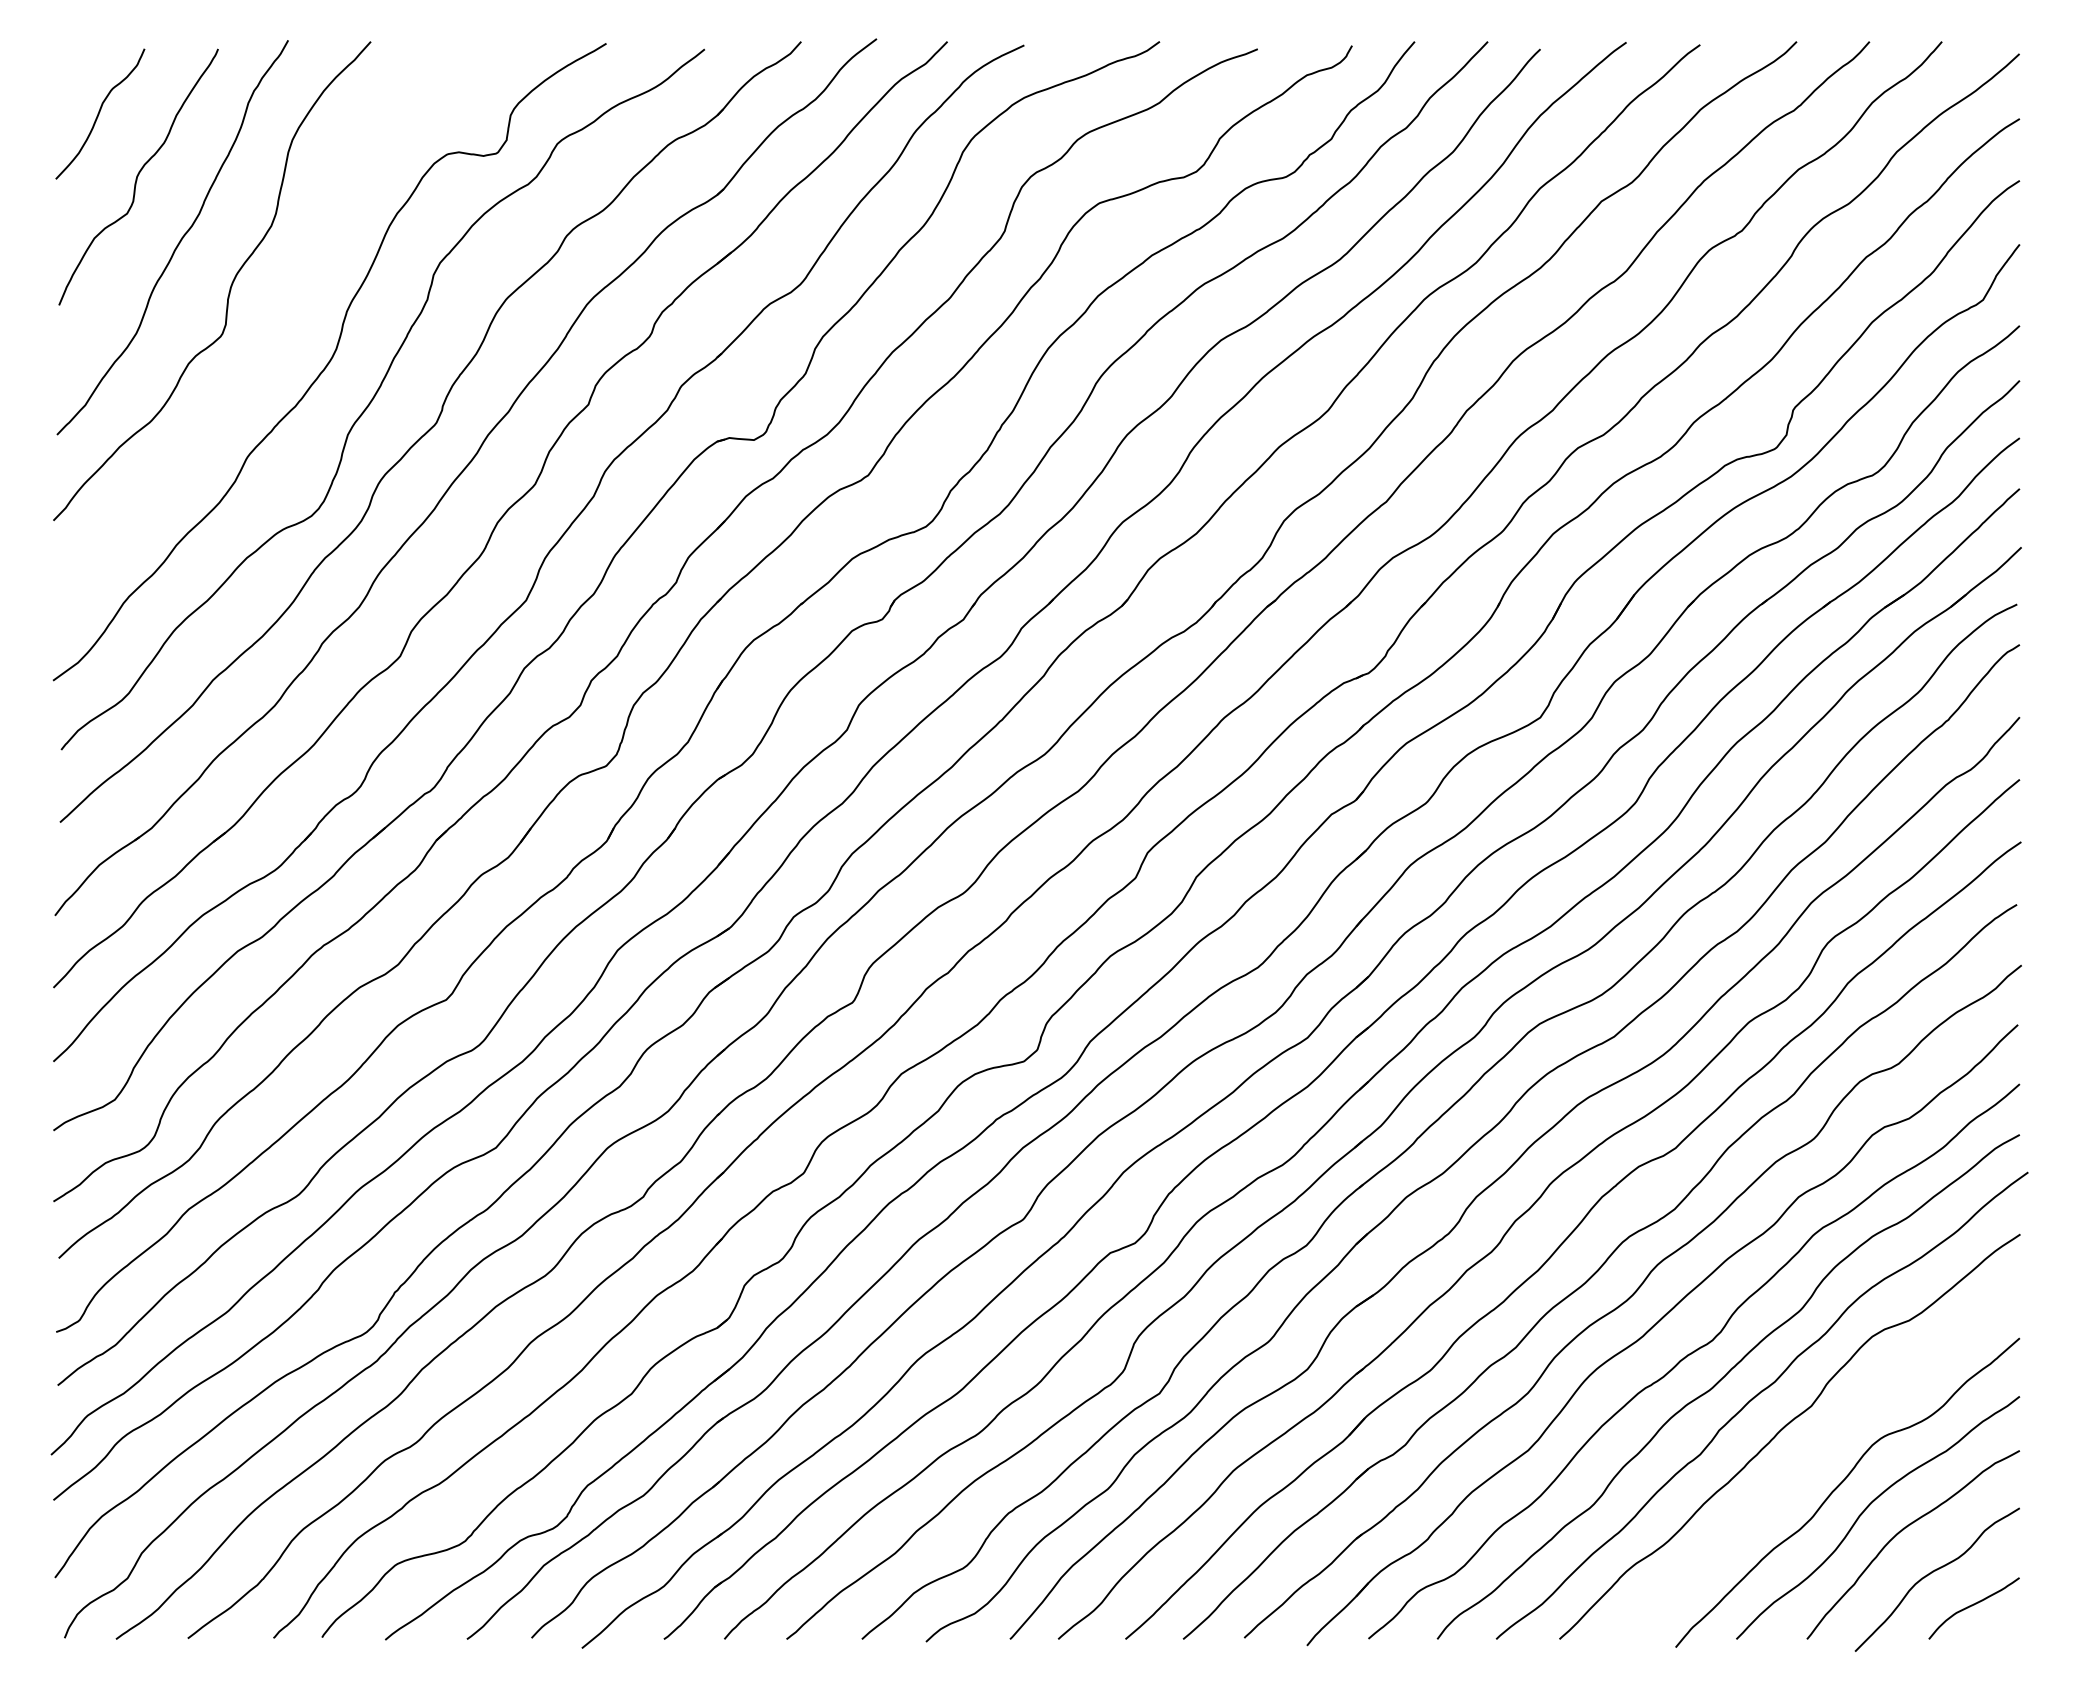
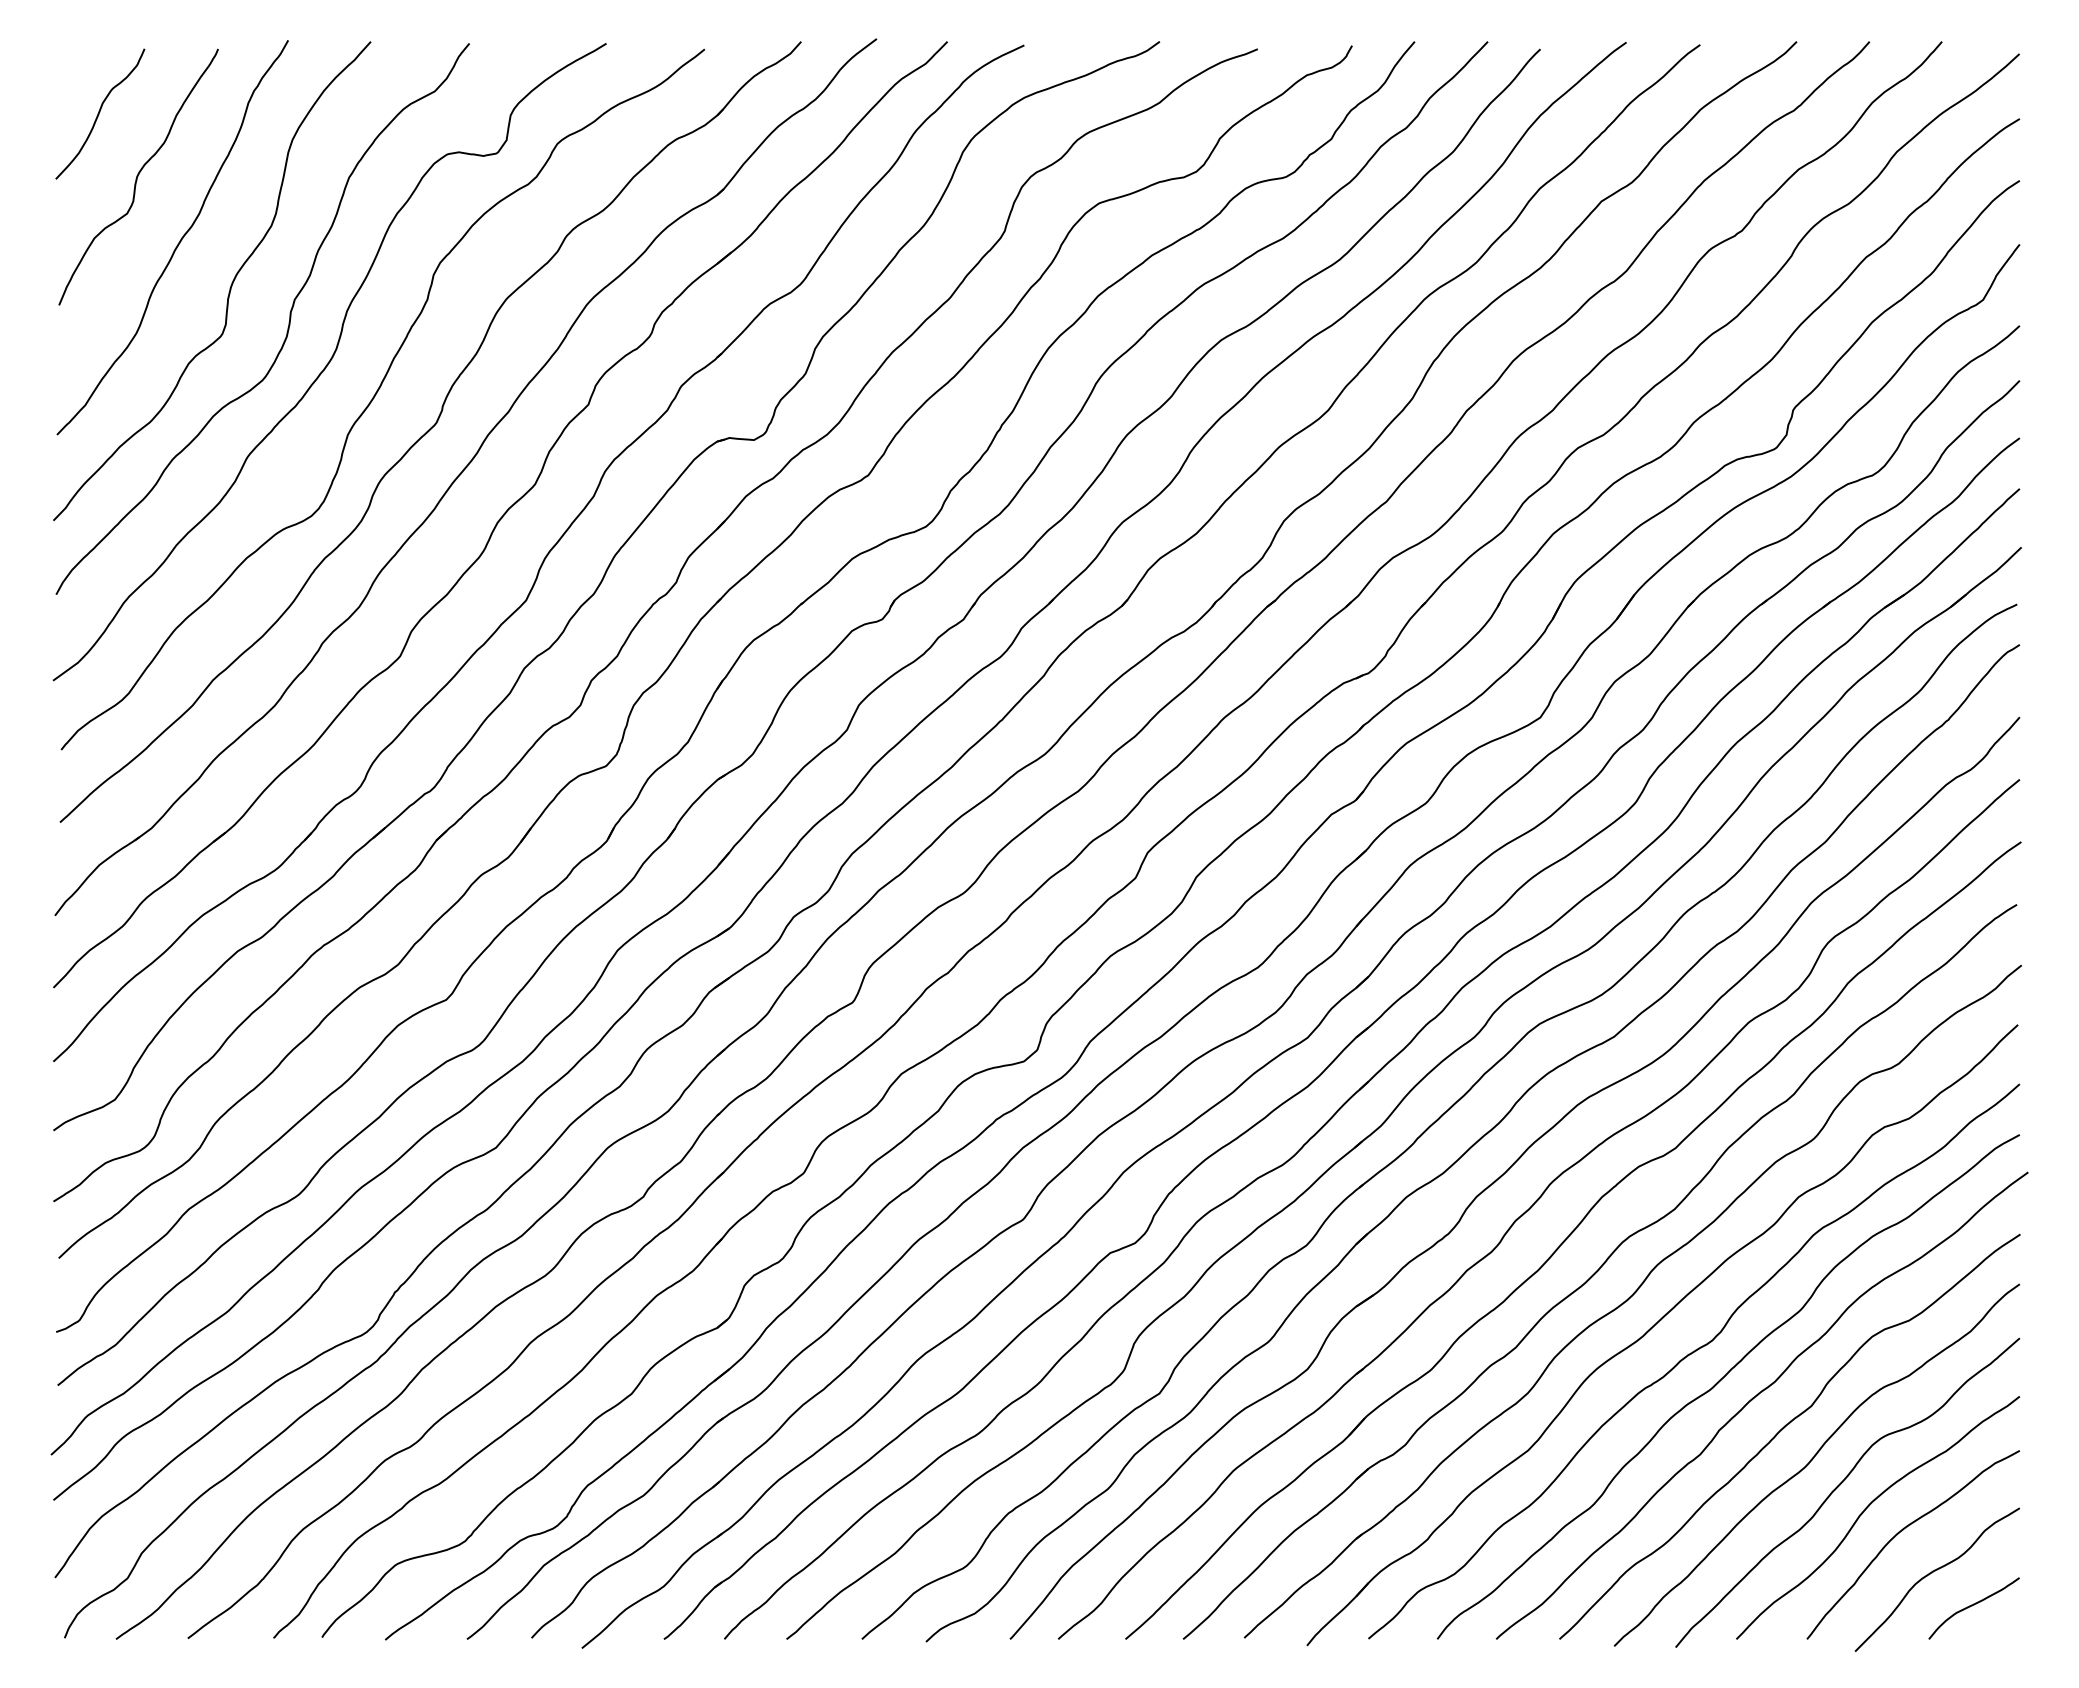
curve at (288, 322): none -> present
curve at (1812, 1460): none -> present
